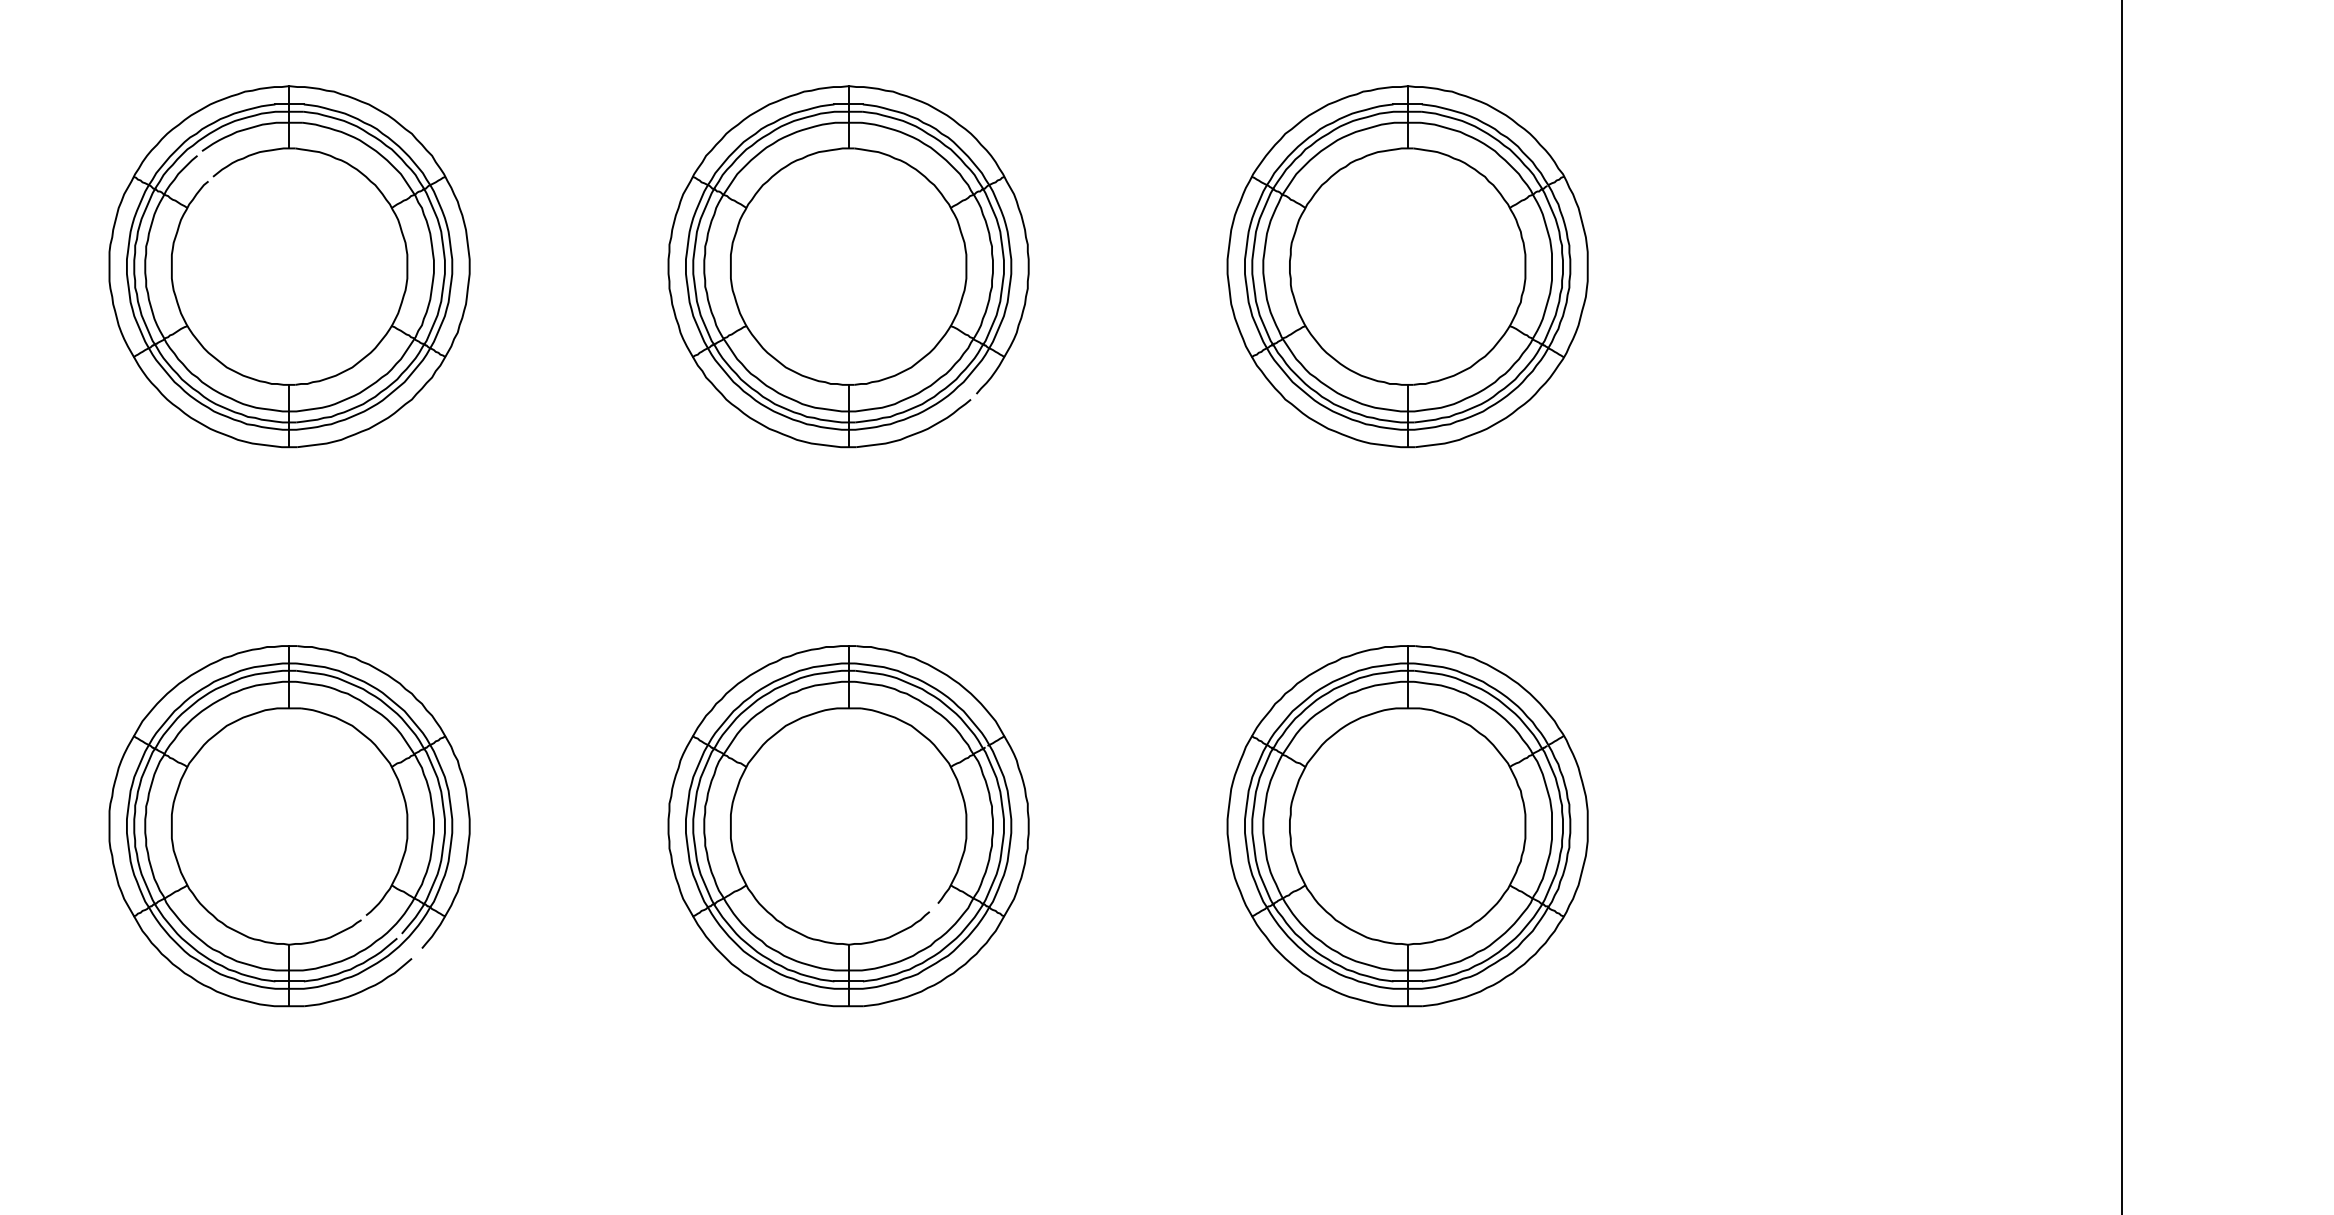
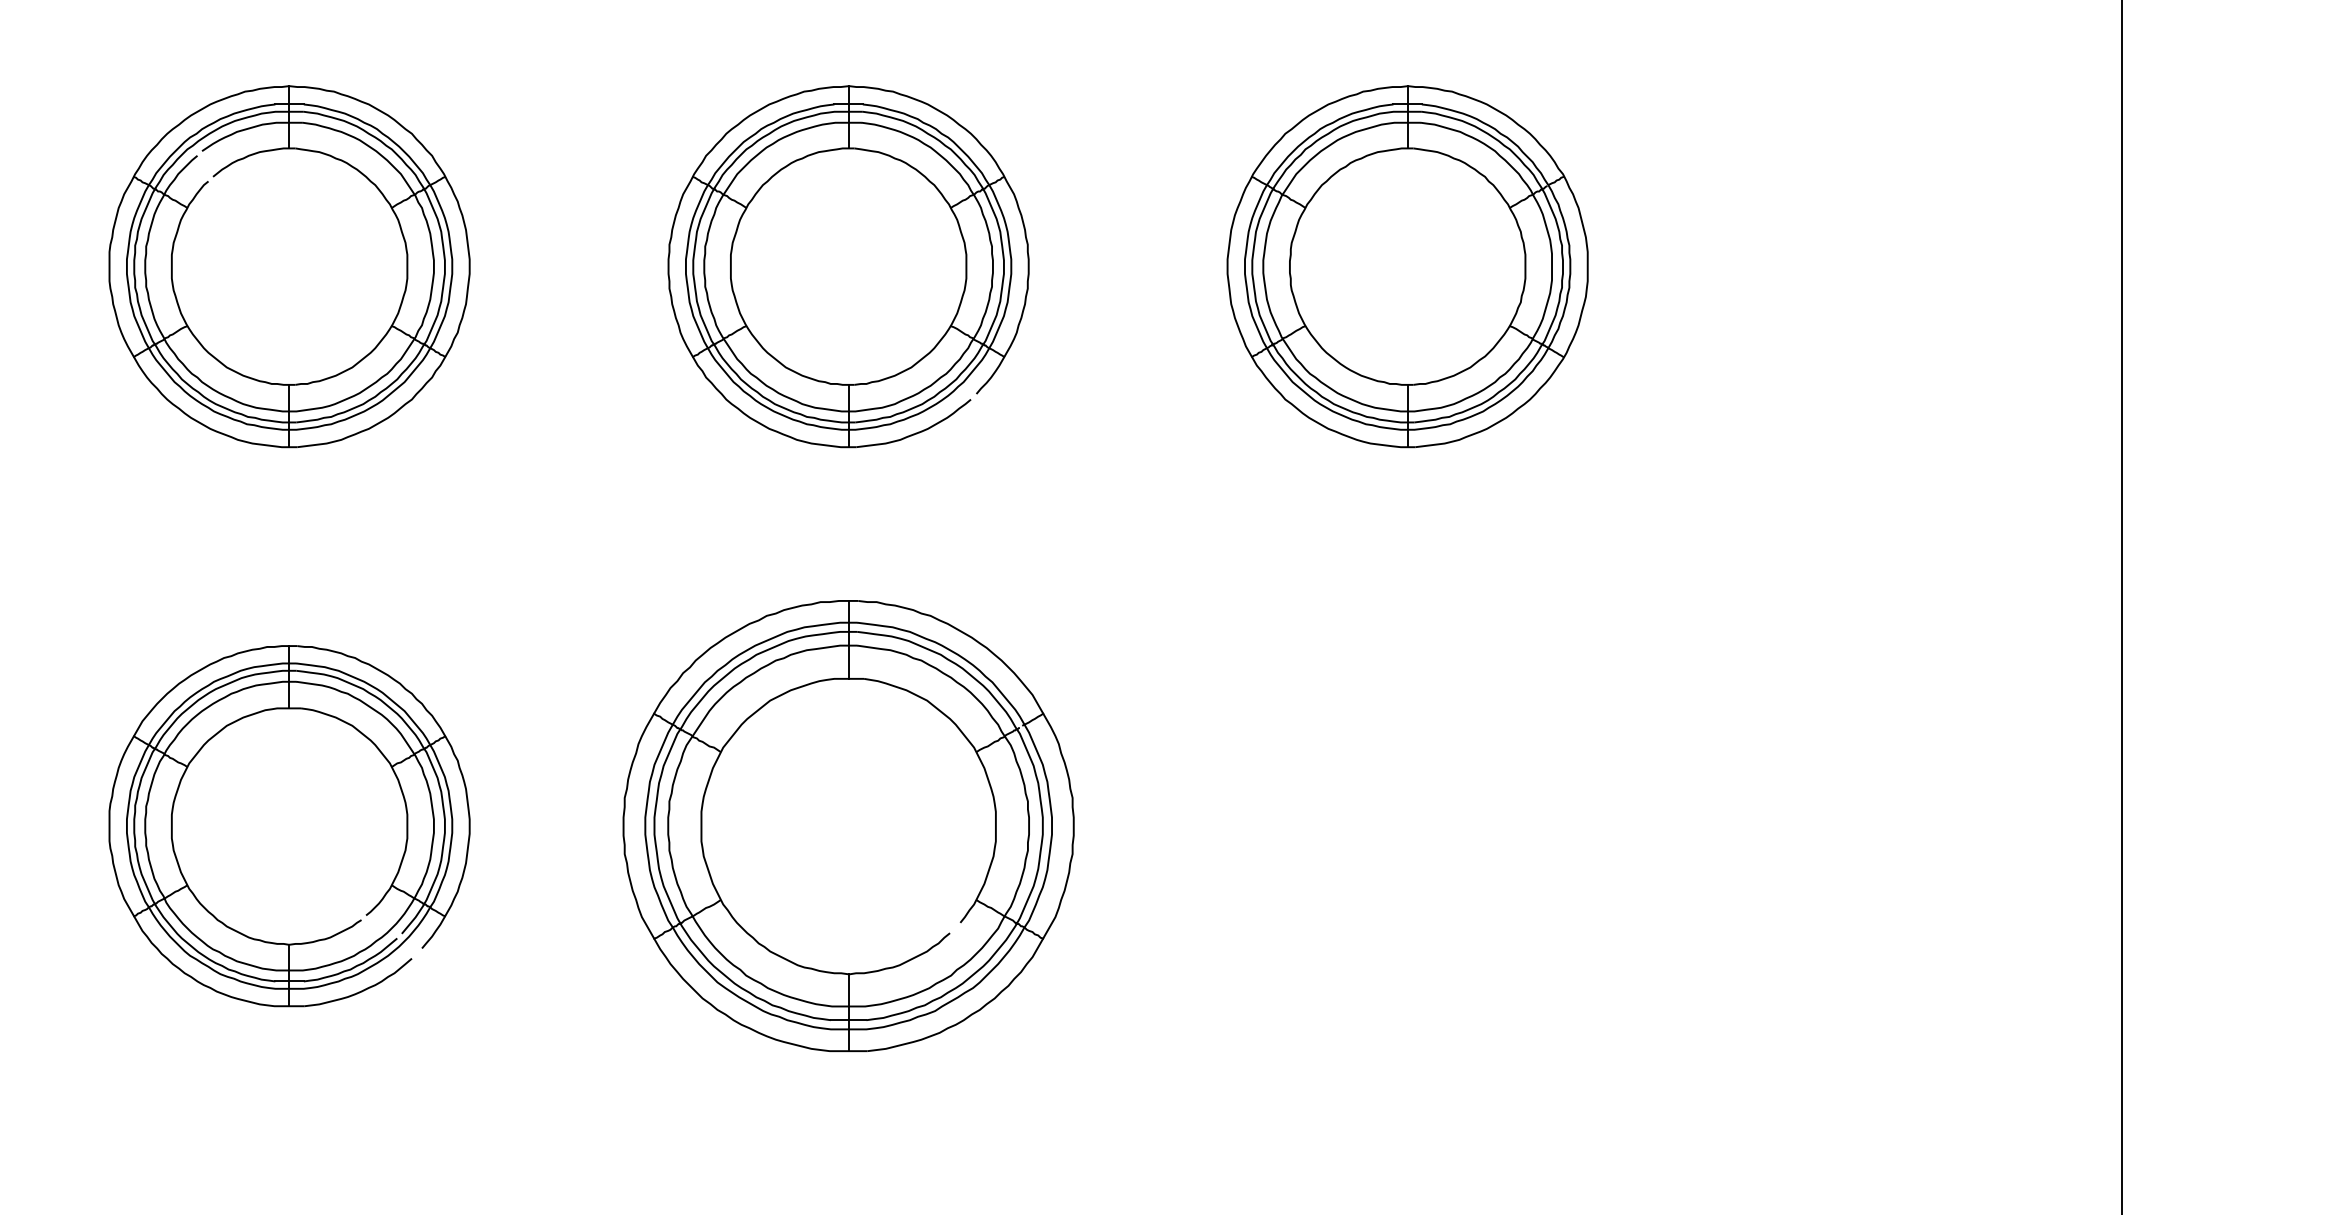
part at (848, 826) size: 363x363 px -> 453x453 px
part at (1407, 826): present -> none
